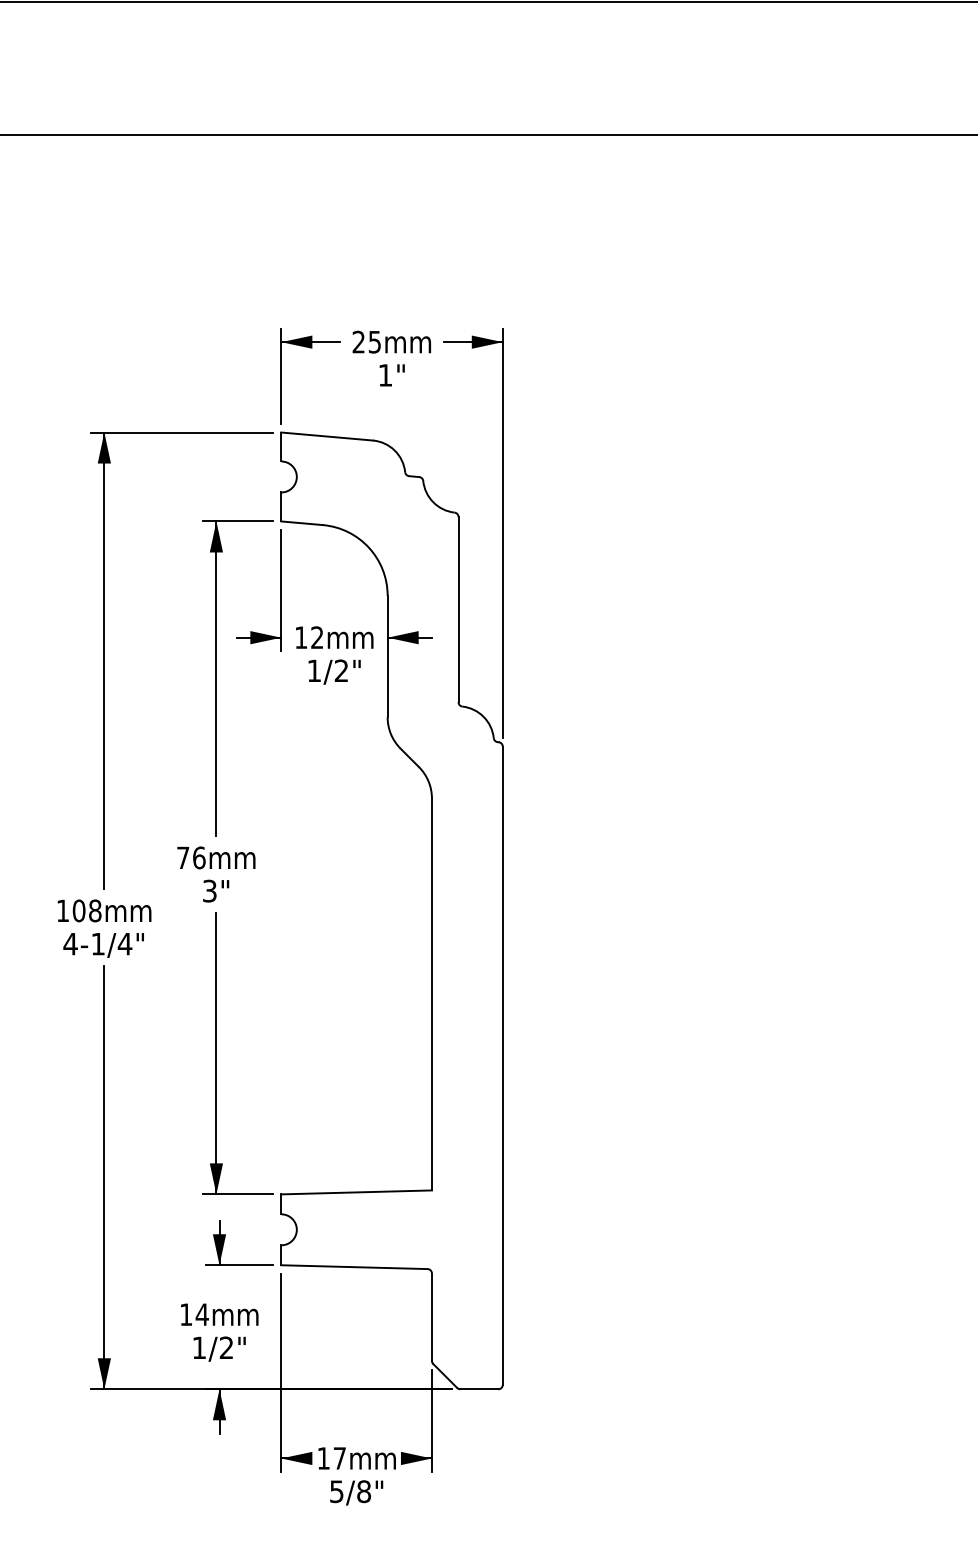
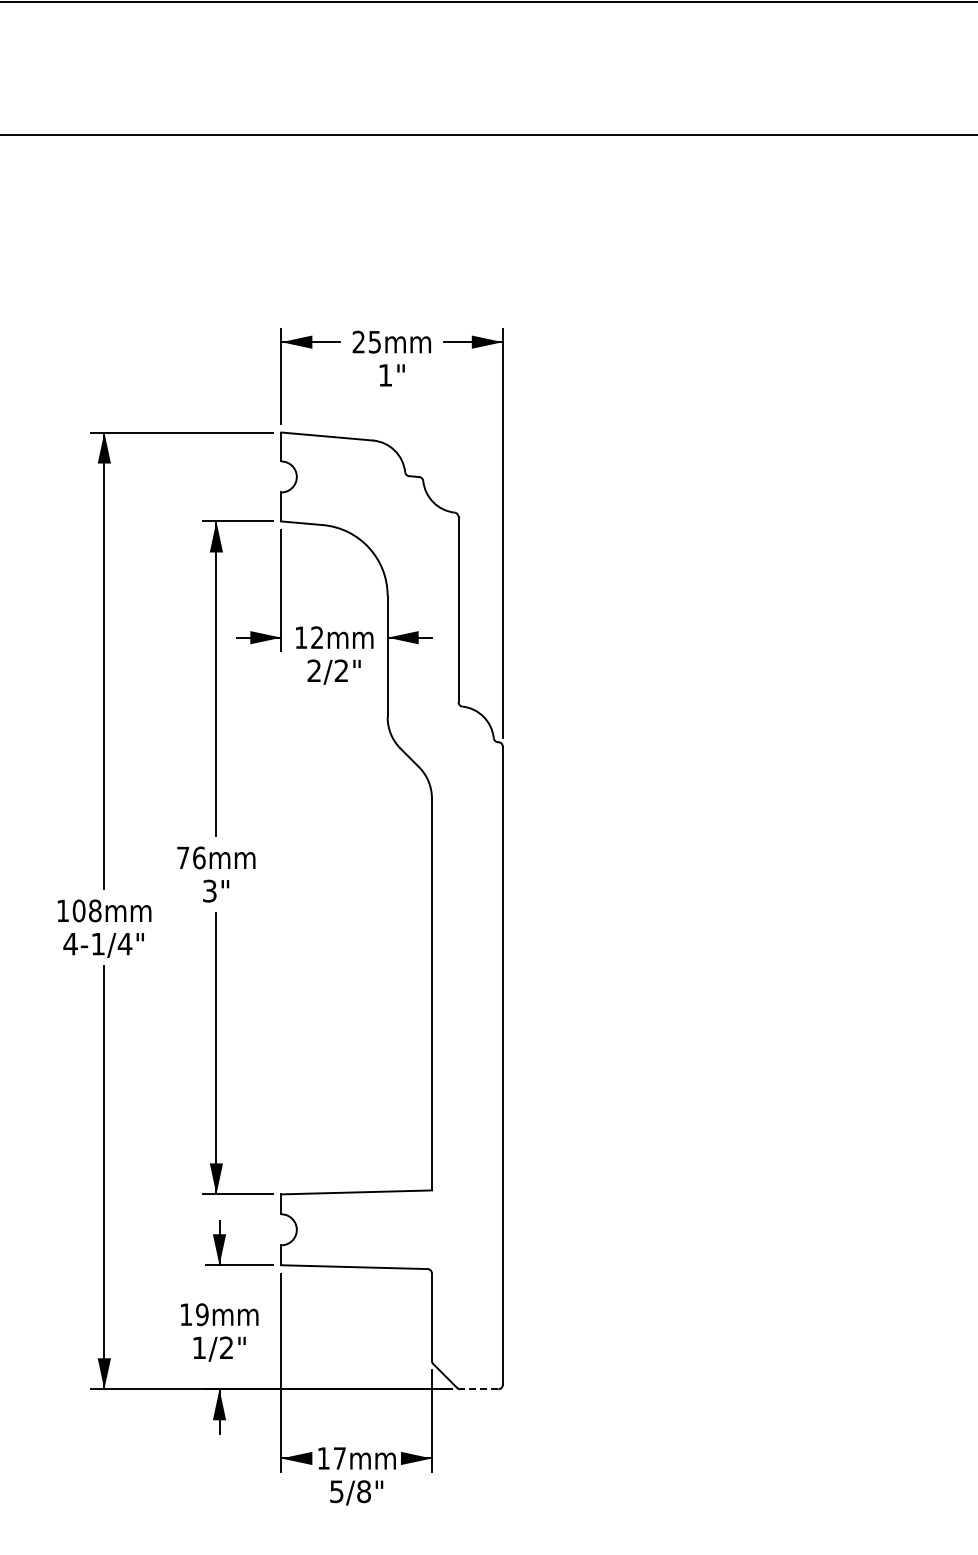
text at (313, 670): 1/2" -> 2/2"
text at (201, 1314): 14 -> 19
line at (478, 1389): solid -> dashed
